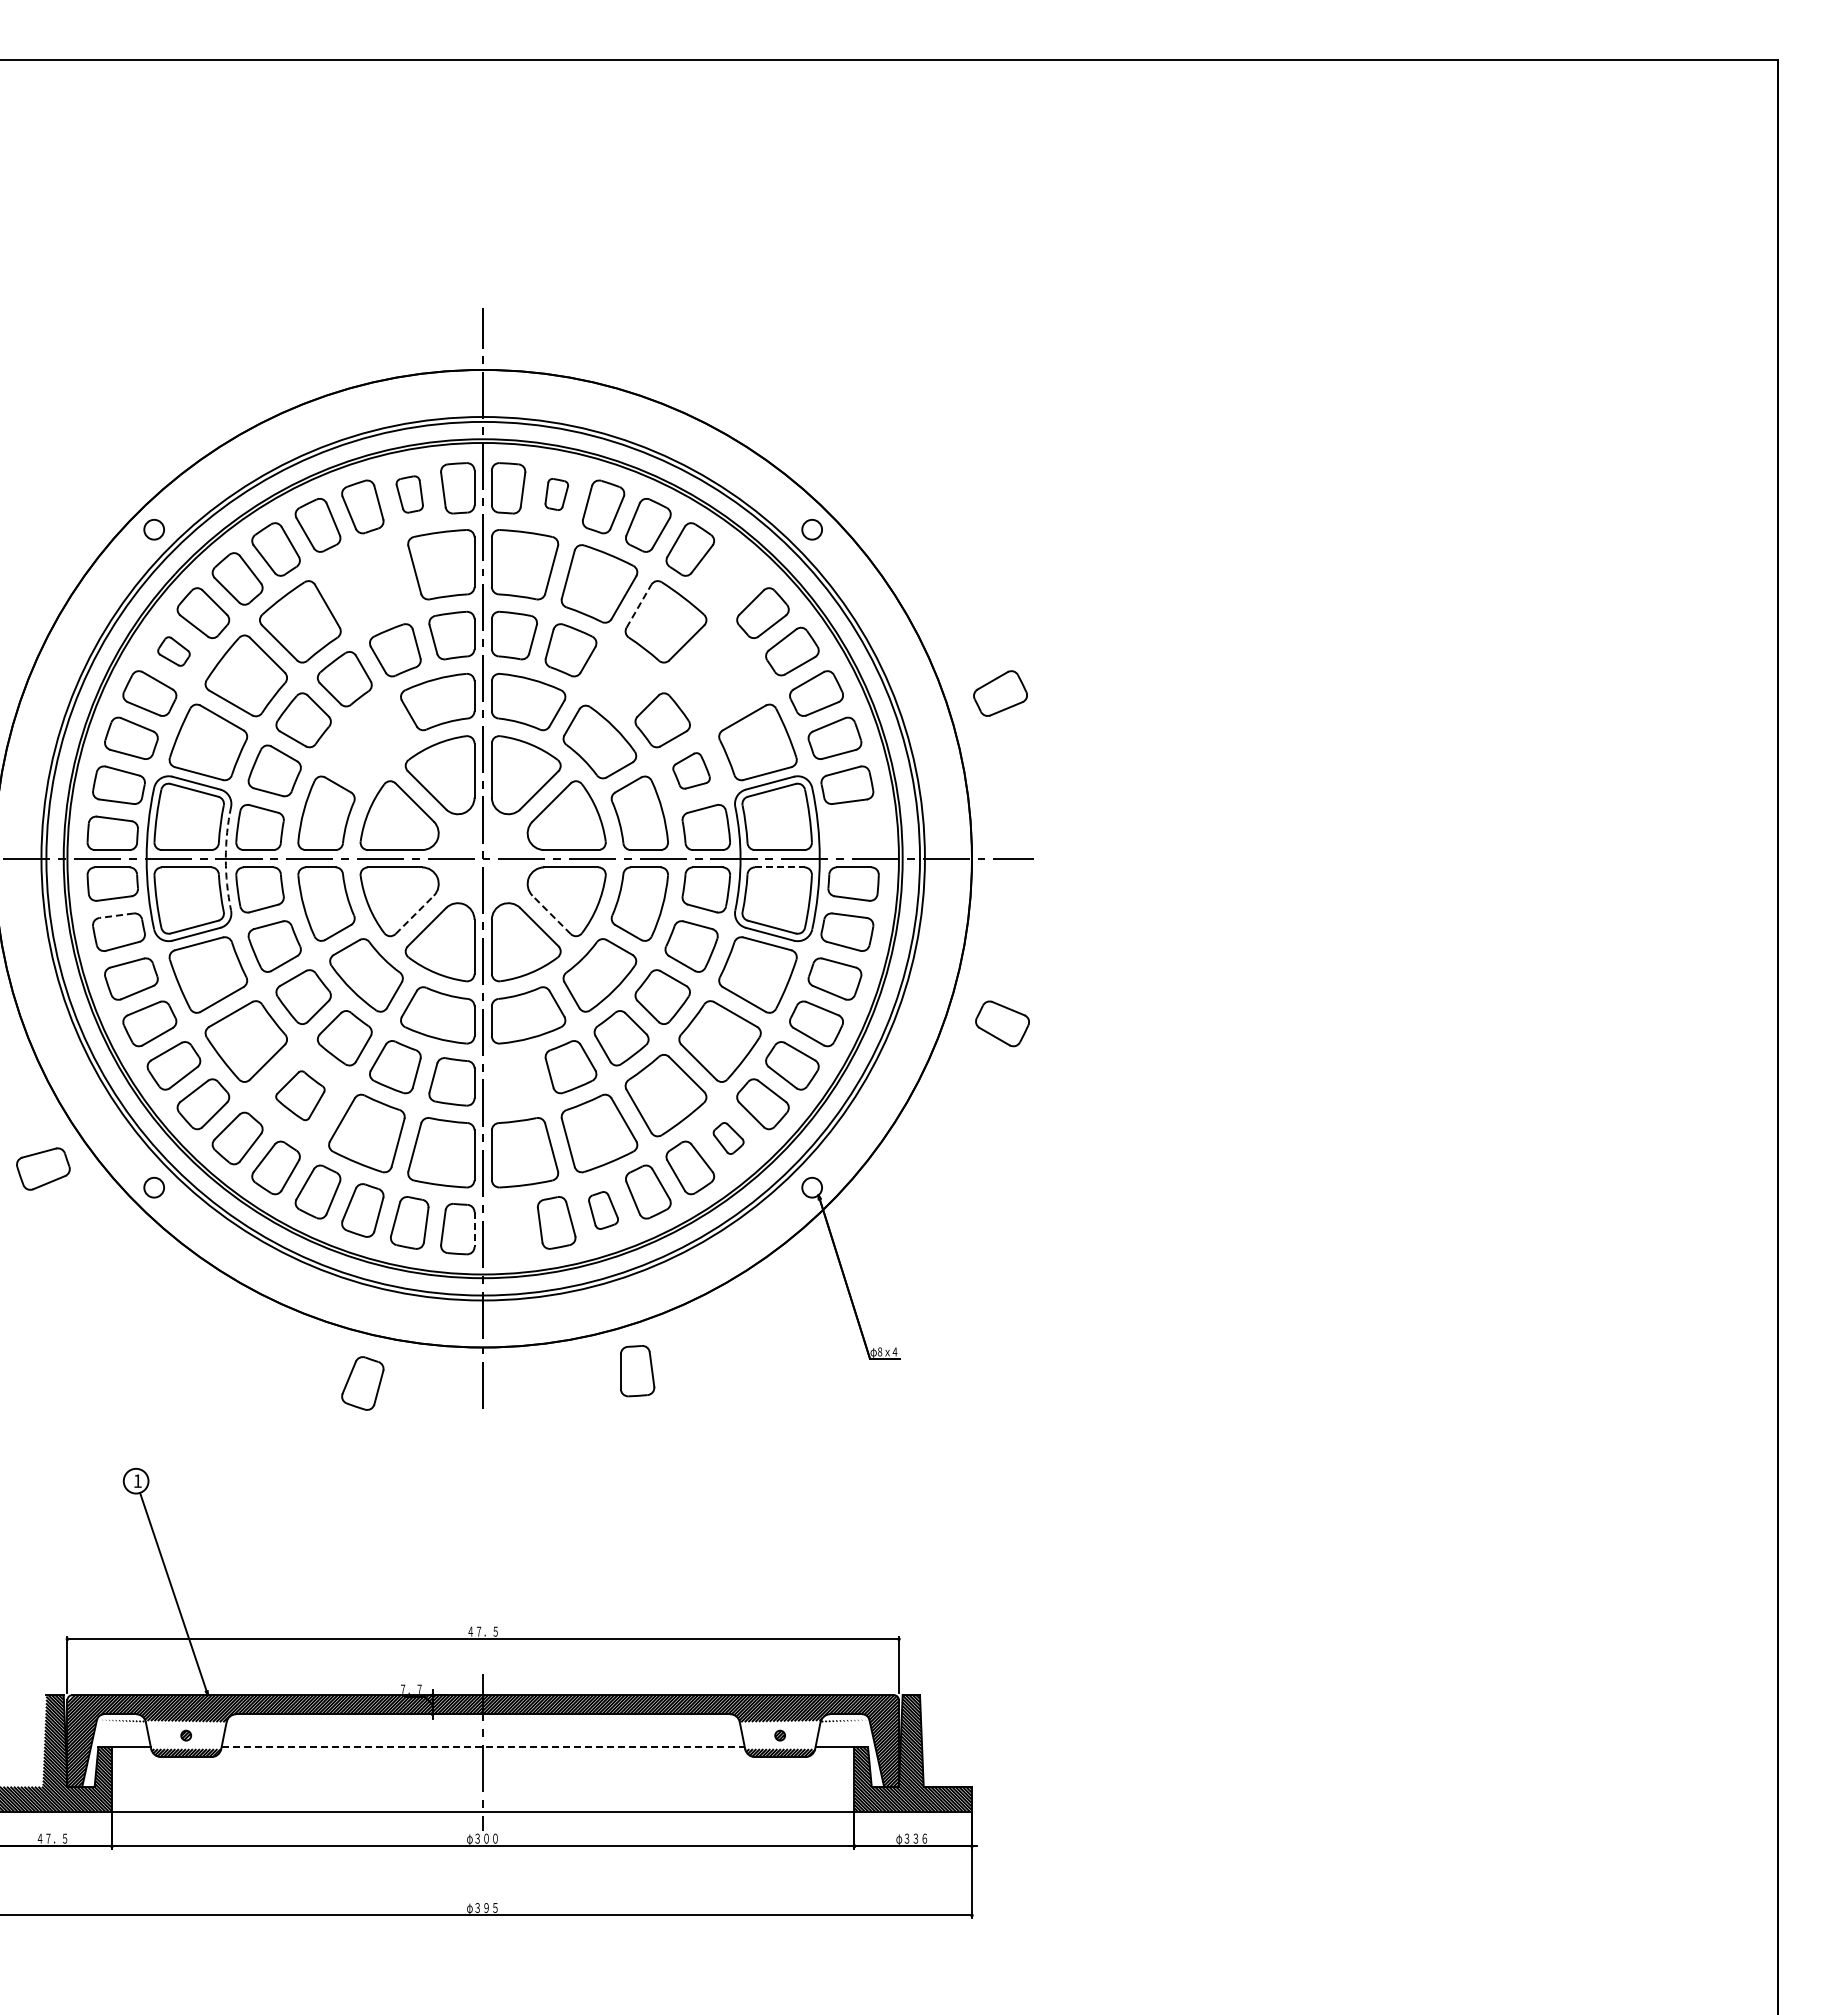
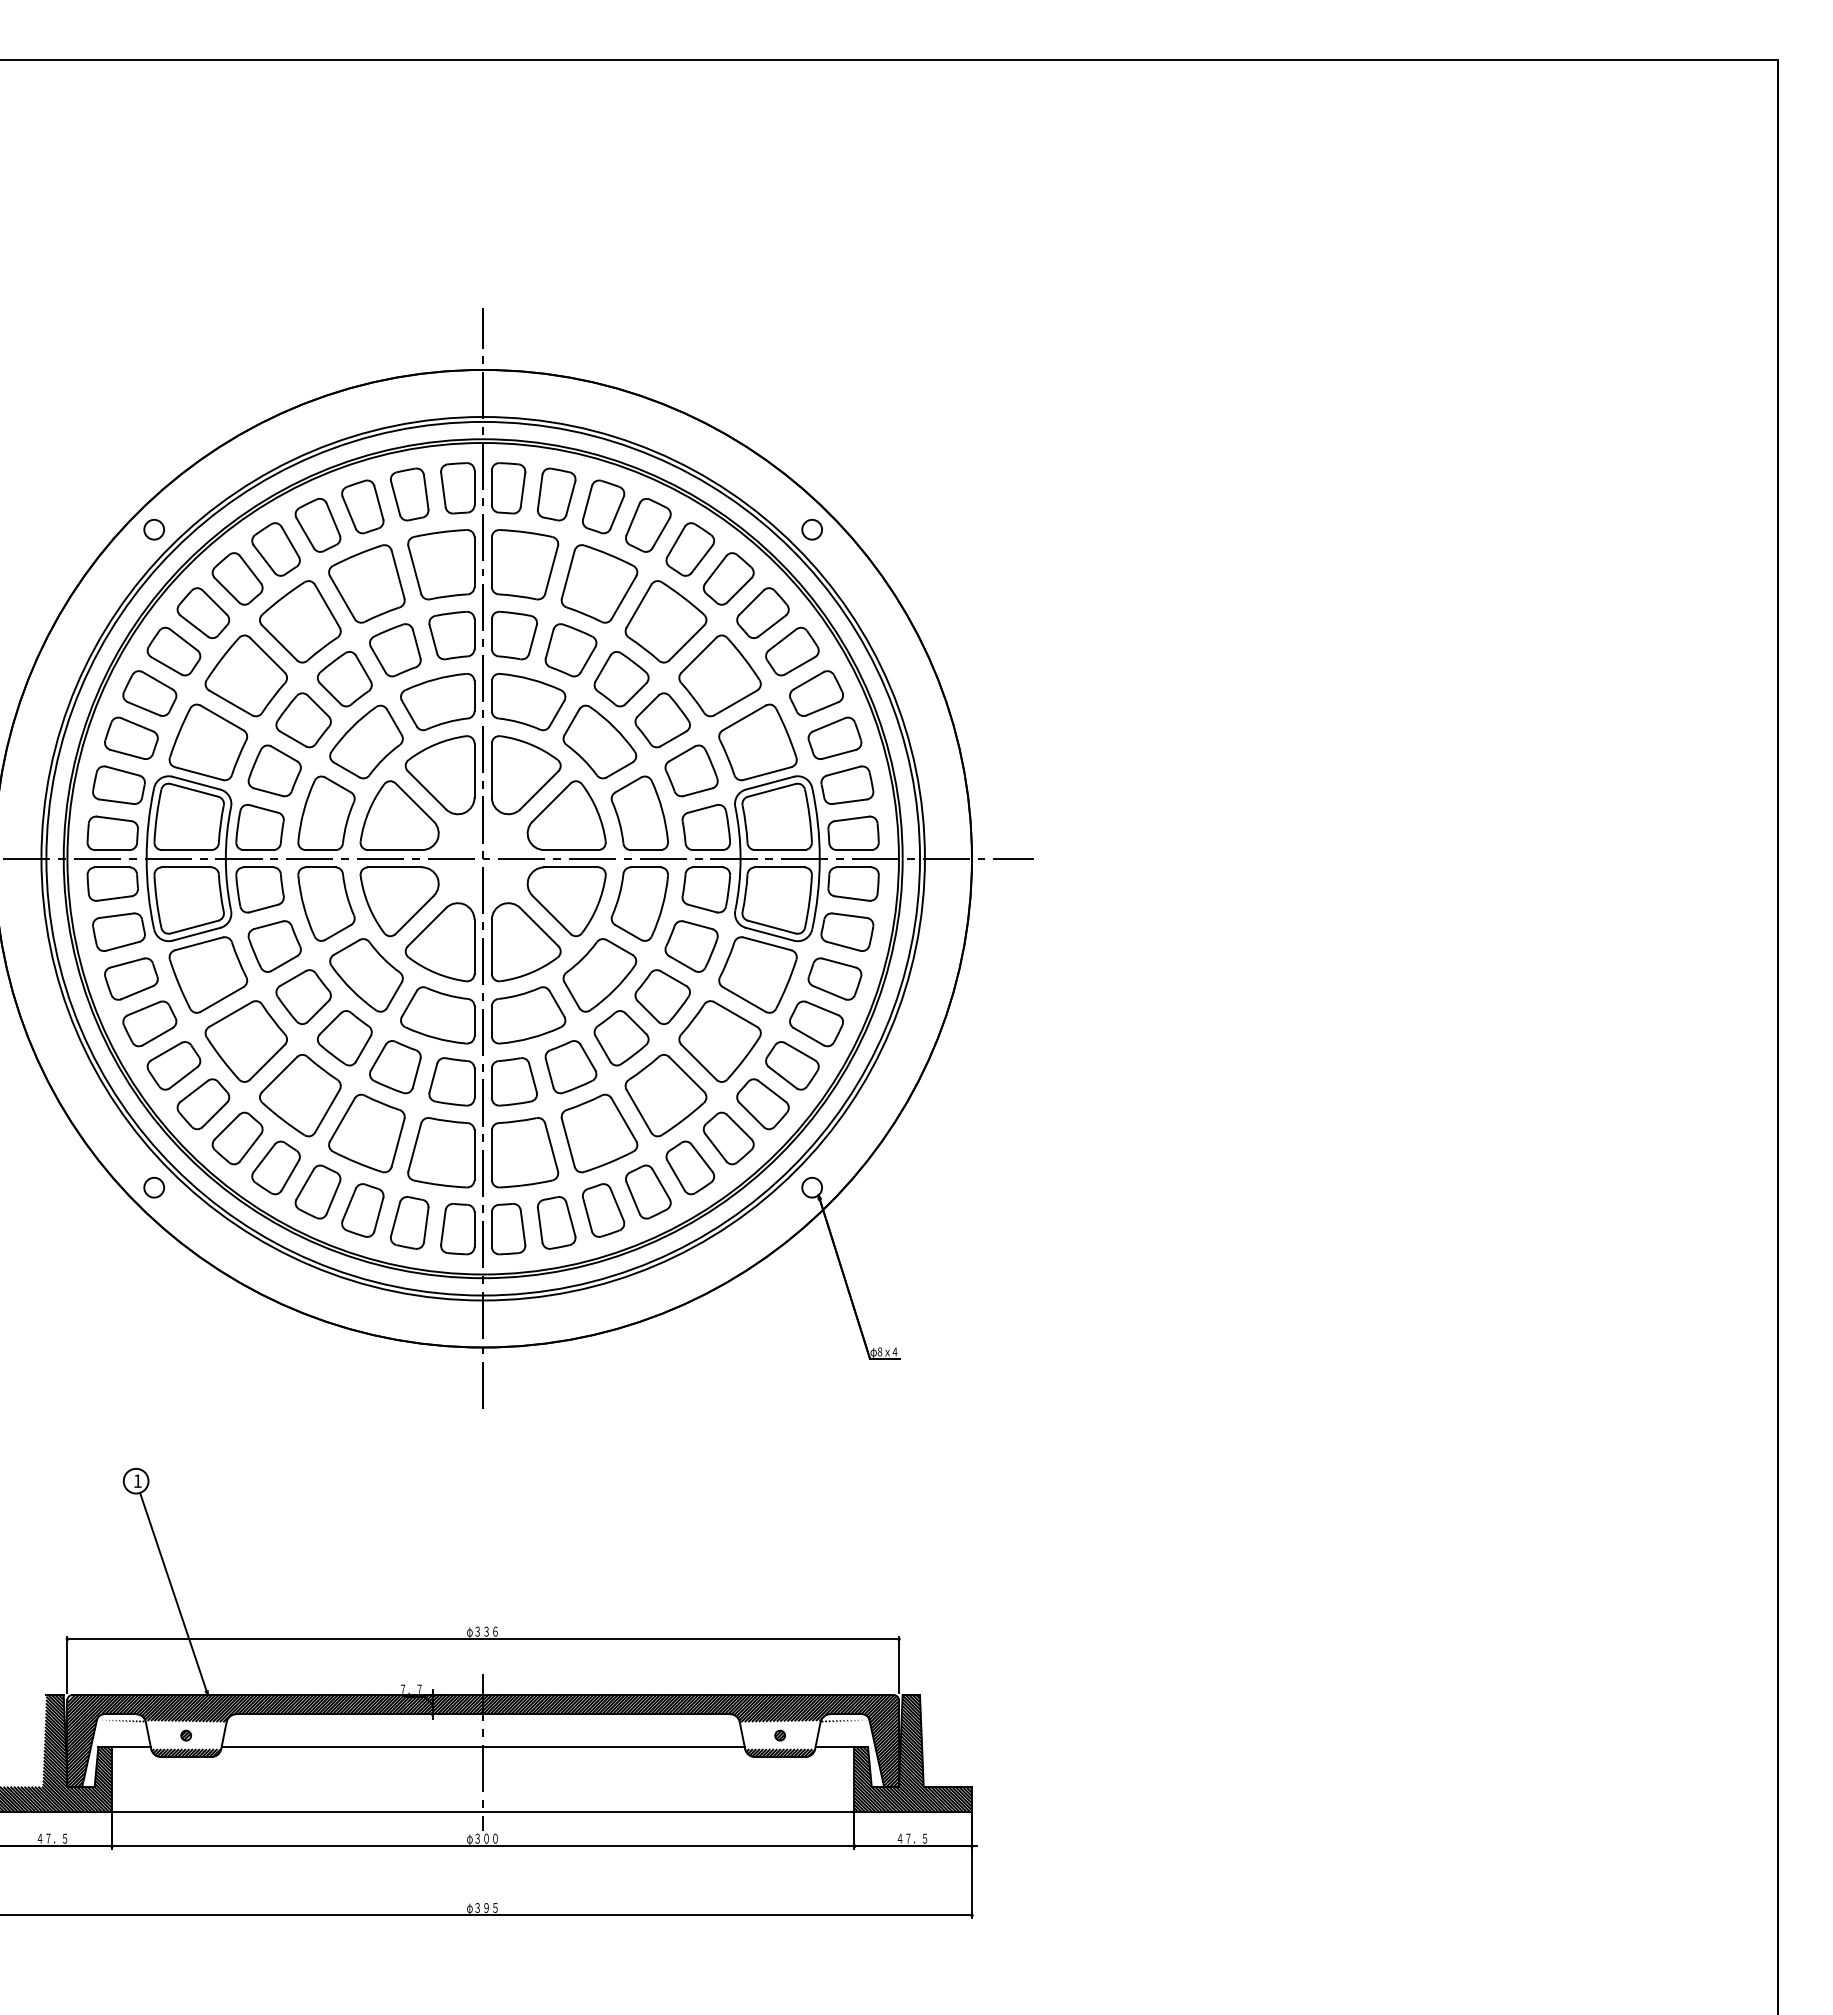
part at (409, 494) size: 29x39 px -> 40x55 px
part at (556, 494) size: 25x33 px -> 40x55 px
part at (728, 578): none -> present
part at (366, 583): none -> present
line at (638, 606): dashed -> solid
part at (173, 651) size: 34x31 px -> 56x51 px
part at (719, 675): none -> present
part at (621, 679): none -> present
part at (1000, 693): present -> none
part at (366, 741): none -> present
part at (691, 770) size: 39x38 px -> 55x54 px
part at (853, 832): none -> present
arc at (225, 858): dashed -> solid
line at (779, 867): dashed -> solid
line at (415, 914): dashed -> solid
line at (551, 914): dashed -> solid
line at (116, 915): dashed -> solid
part at (1002, 1023): present -> none
part at (514, 1081): none -> present
part at (300, 1095) size: 51x52 px -> 83x84 px
part at (728, 1138) size: 33x33 px -> 53x55 px
part at (43, 1168): present -> none
part at (603, 1210) size: 31x39 px -> 45x55 px
line at (474, 1230): dashed -> solid
part at (637, 1371) position: (637, 1371) -> (508, 1229)
part at (362, 1383): present -> none
text at (482, 1631): ４７．５ -> φ３３６
line at (483, 1747): dashed -> solid
text at (911, 1838): φ３３６ -> ４７．５
